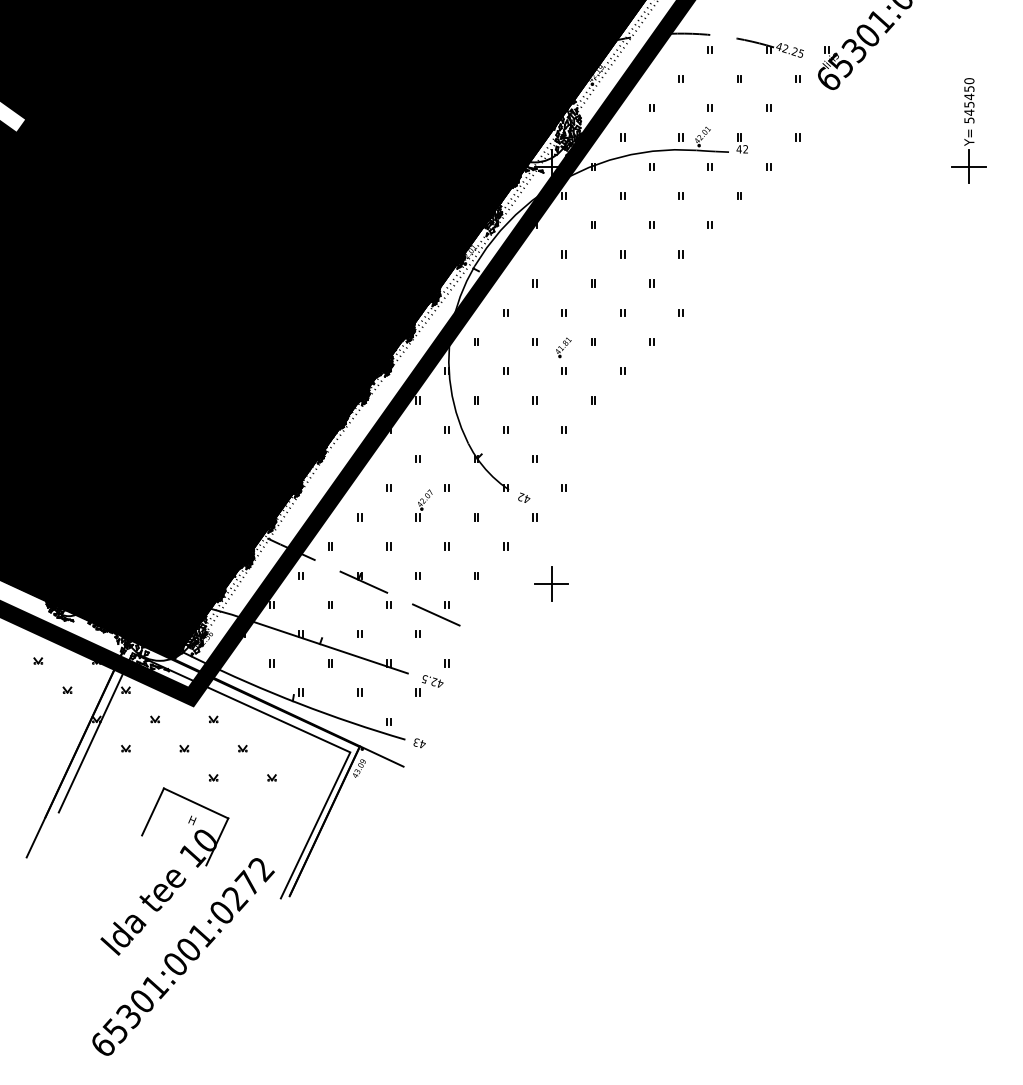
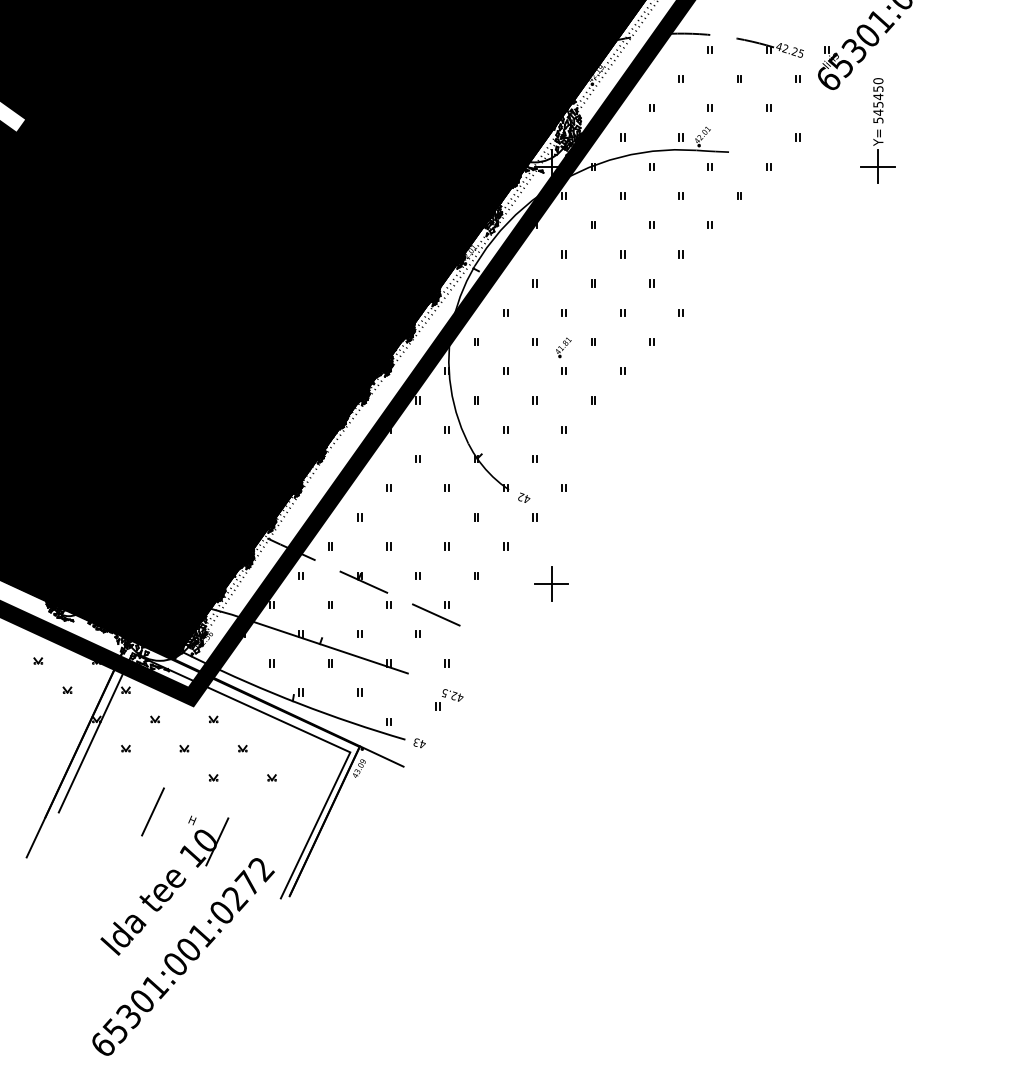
part at (968, 130) position: (968, 130) -> (877, 130)
part at (741, 143): present -> none
part at (423, 505): present -> none
part at (429, 685) position: (429, 685) -> (449, 699)
line at (195, 803): present -> none
